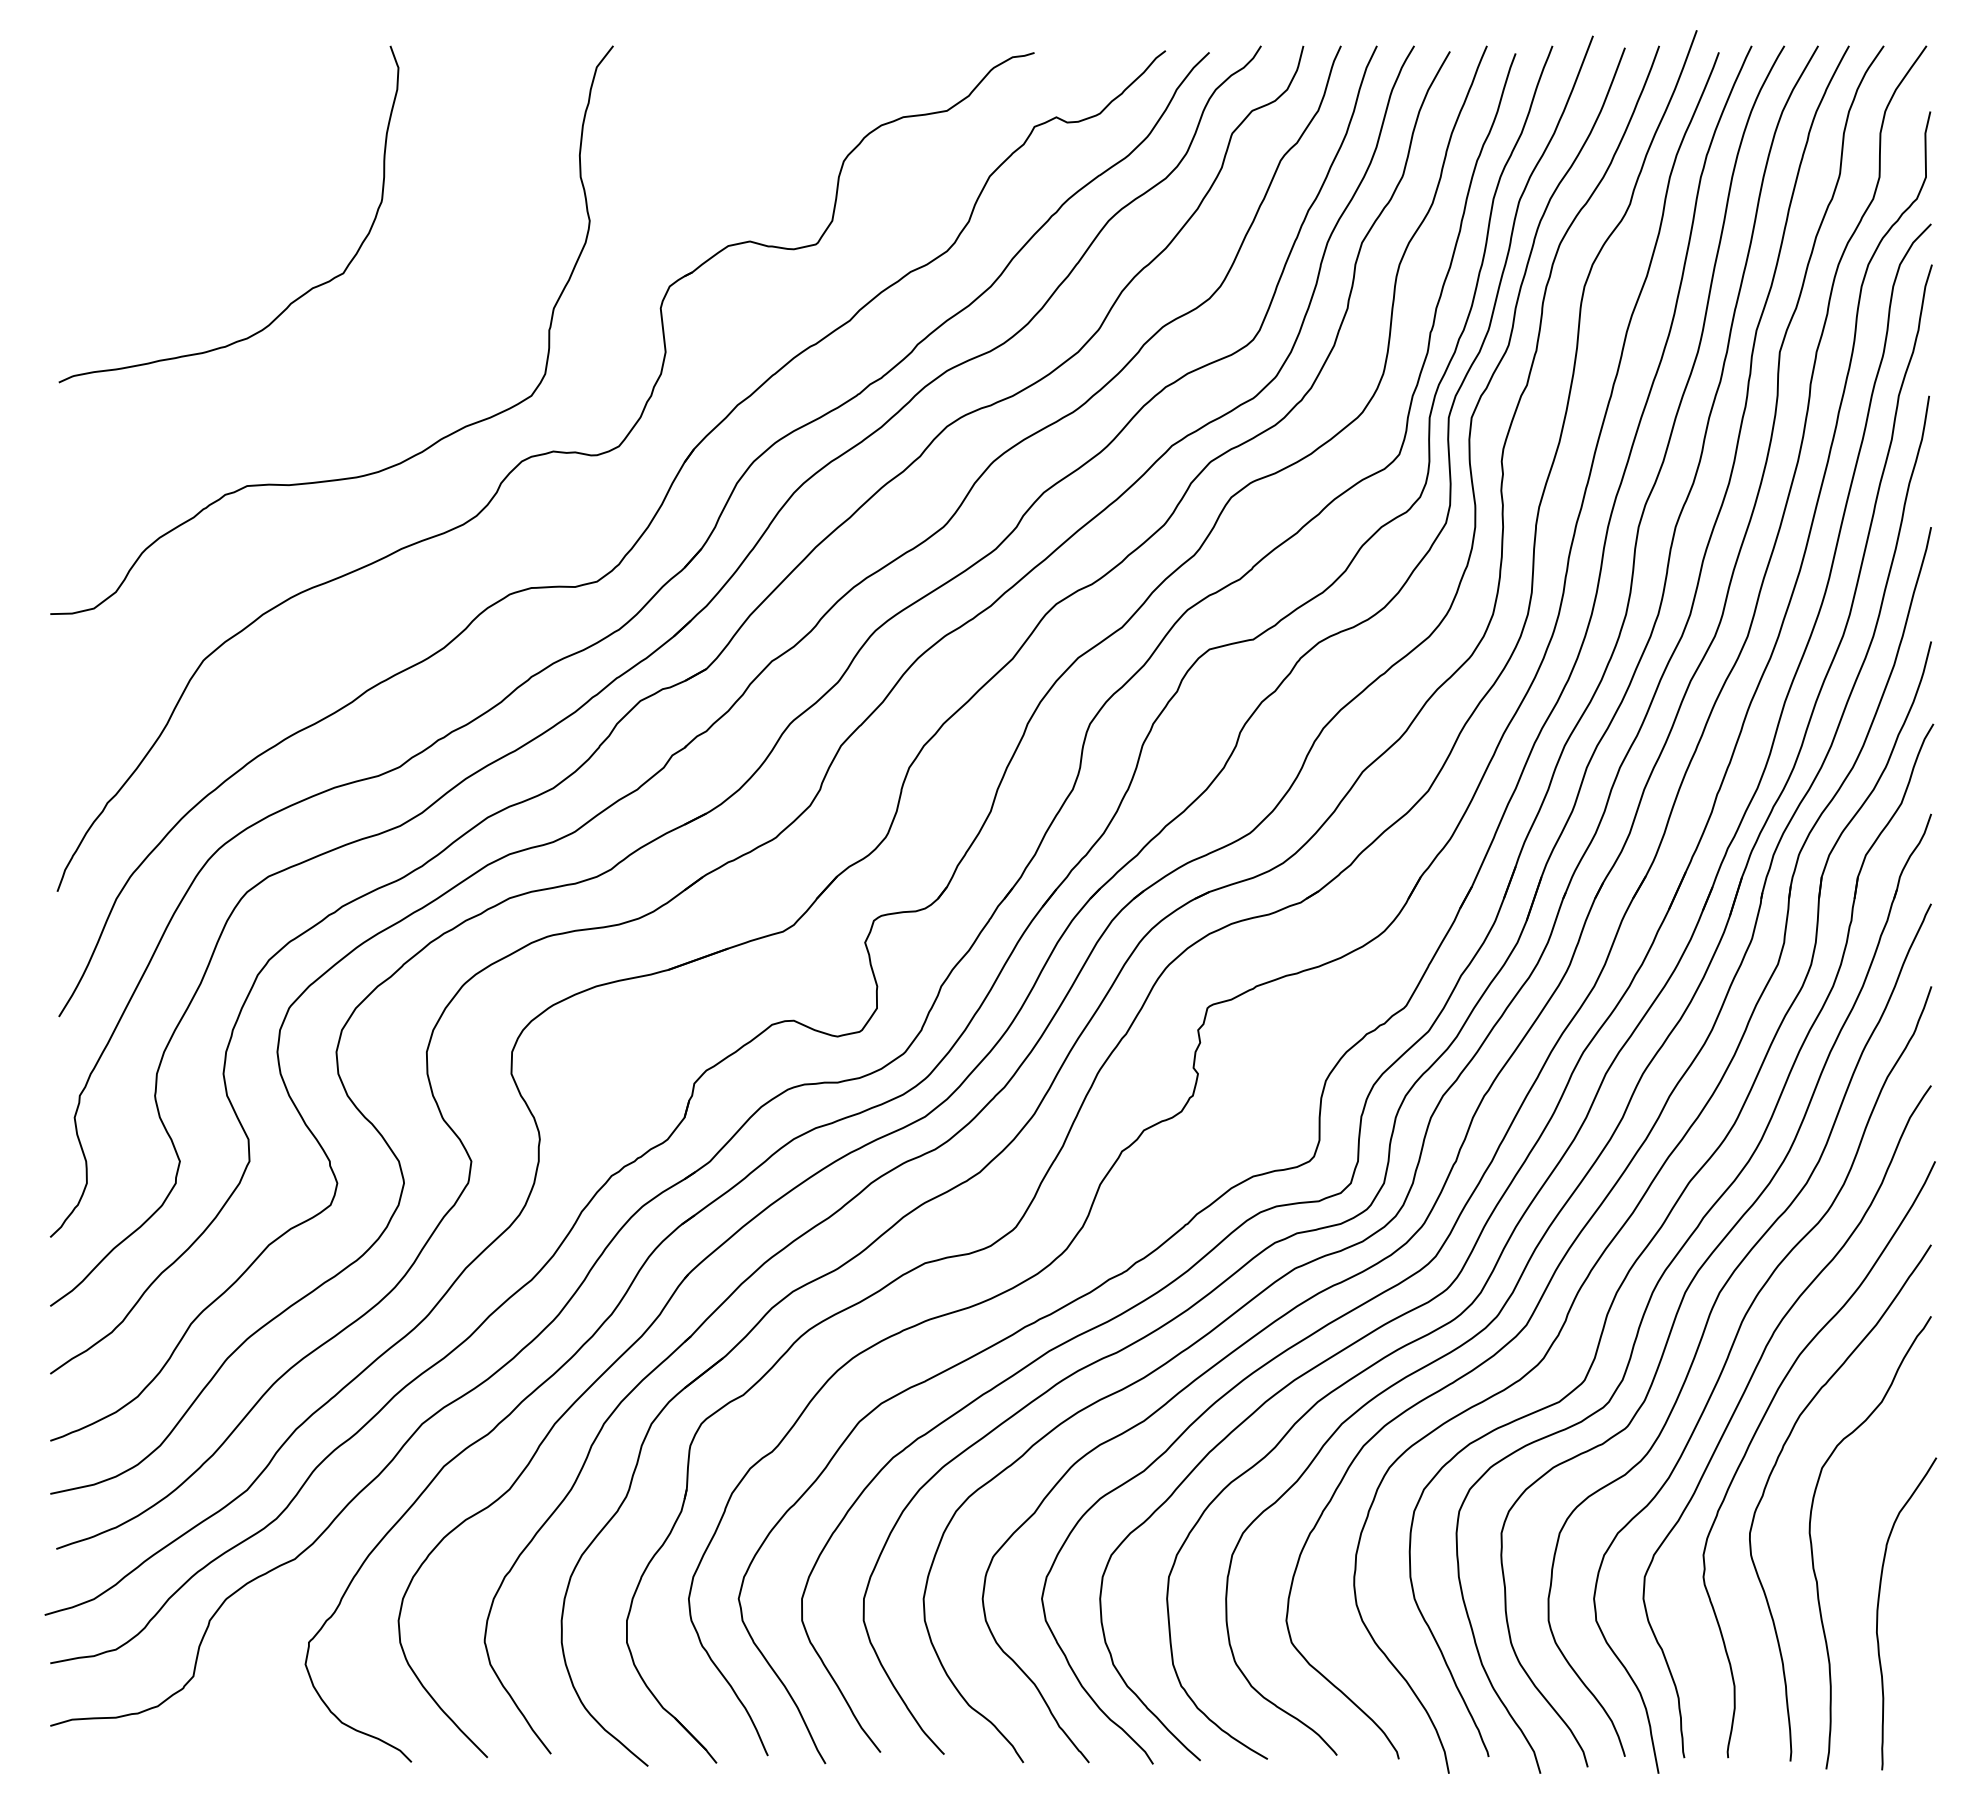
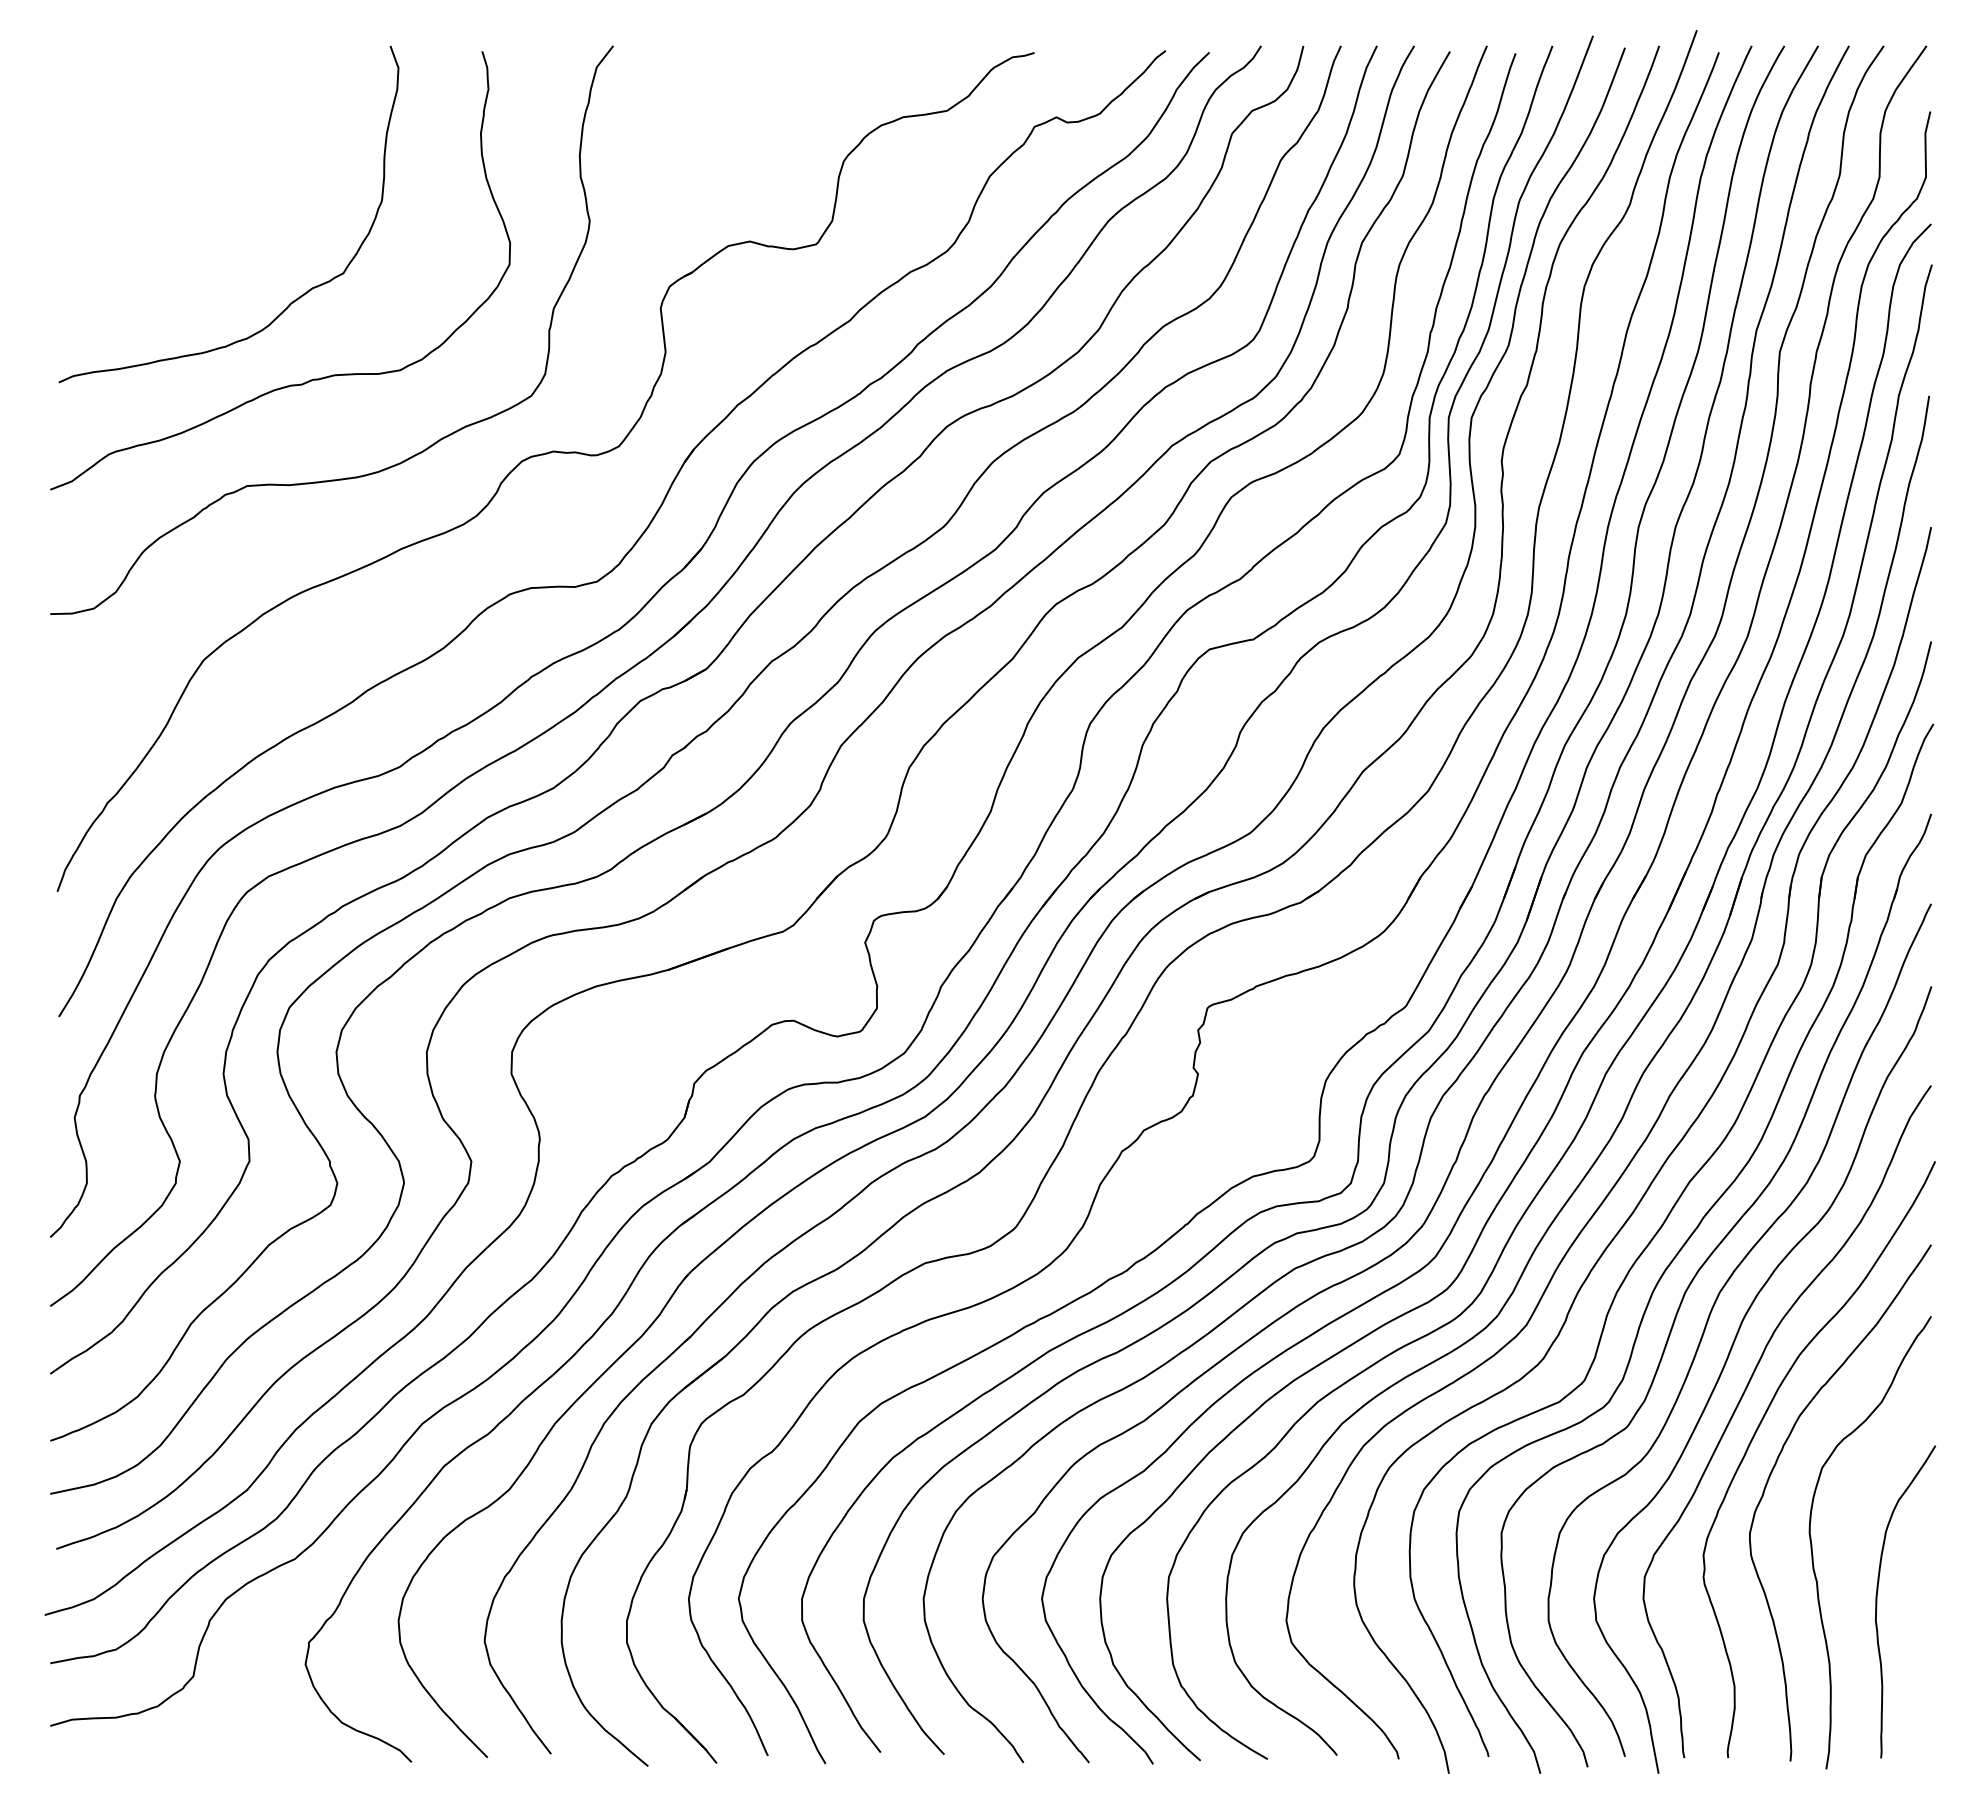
curve at (313, 378): none -> present
curve at (1878, 1613) position: (1878, 1613) -> (1877, 1601)
